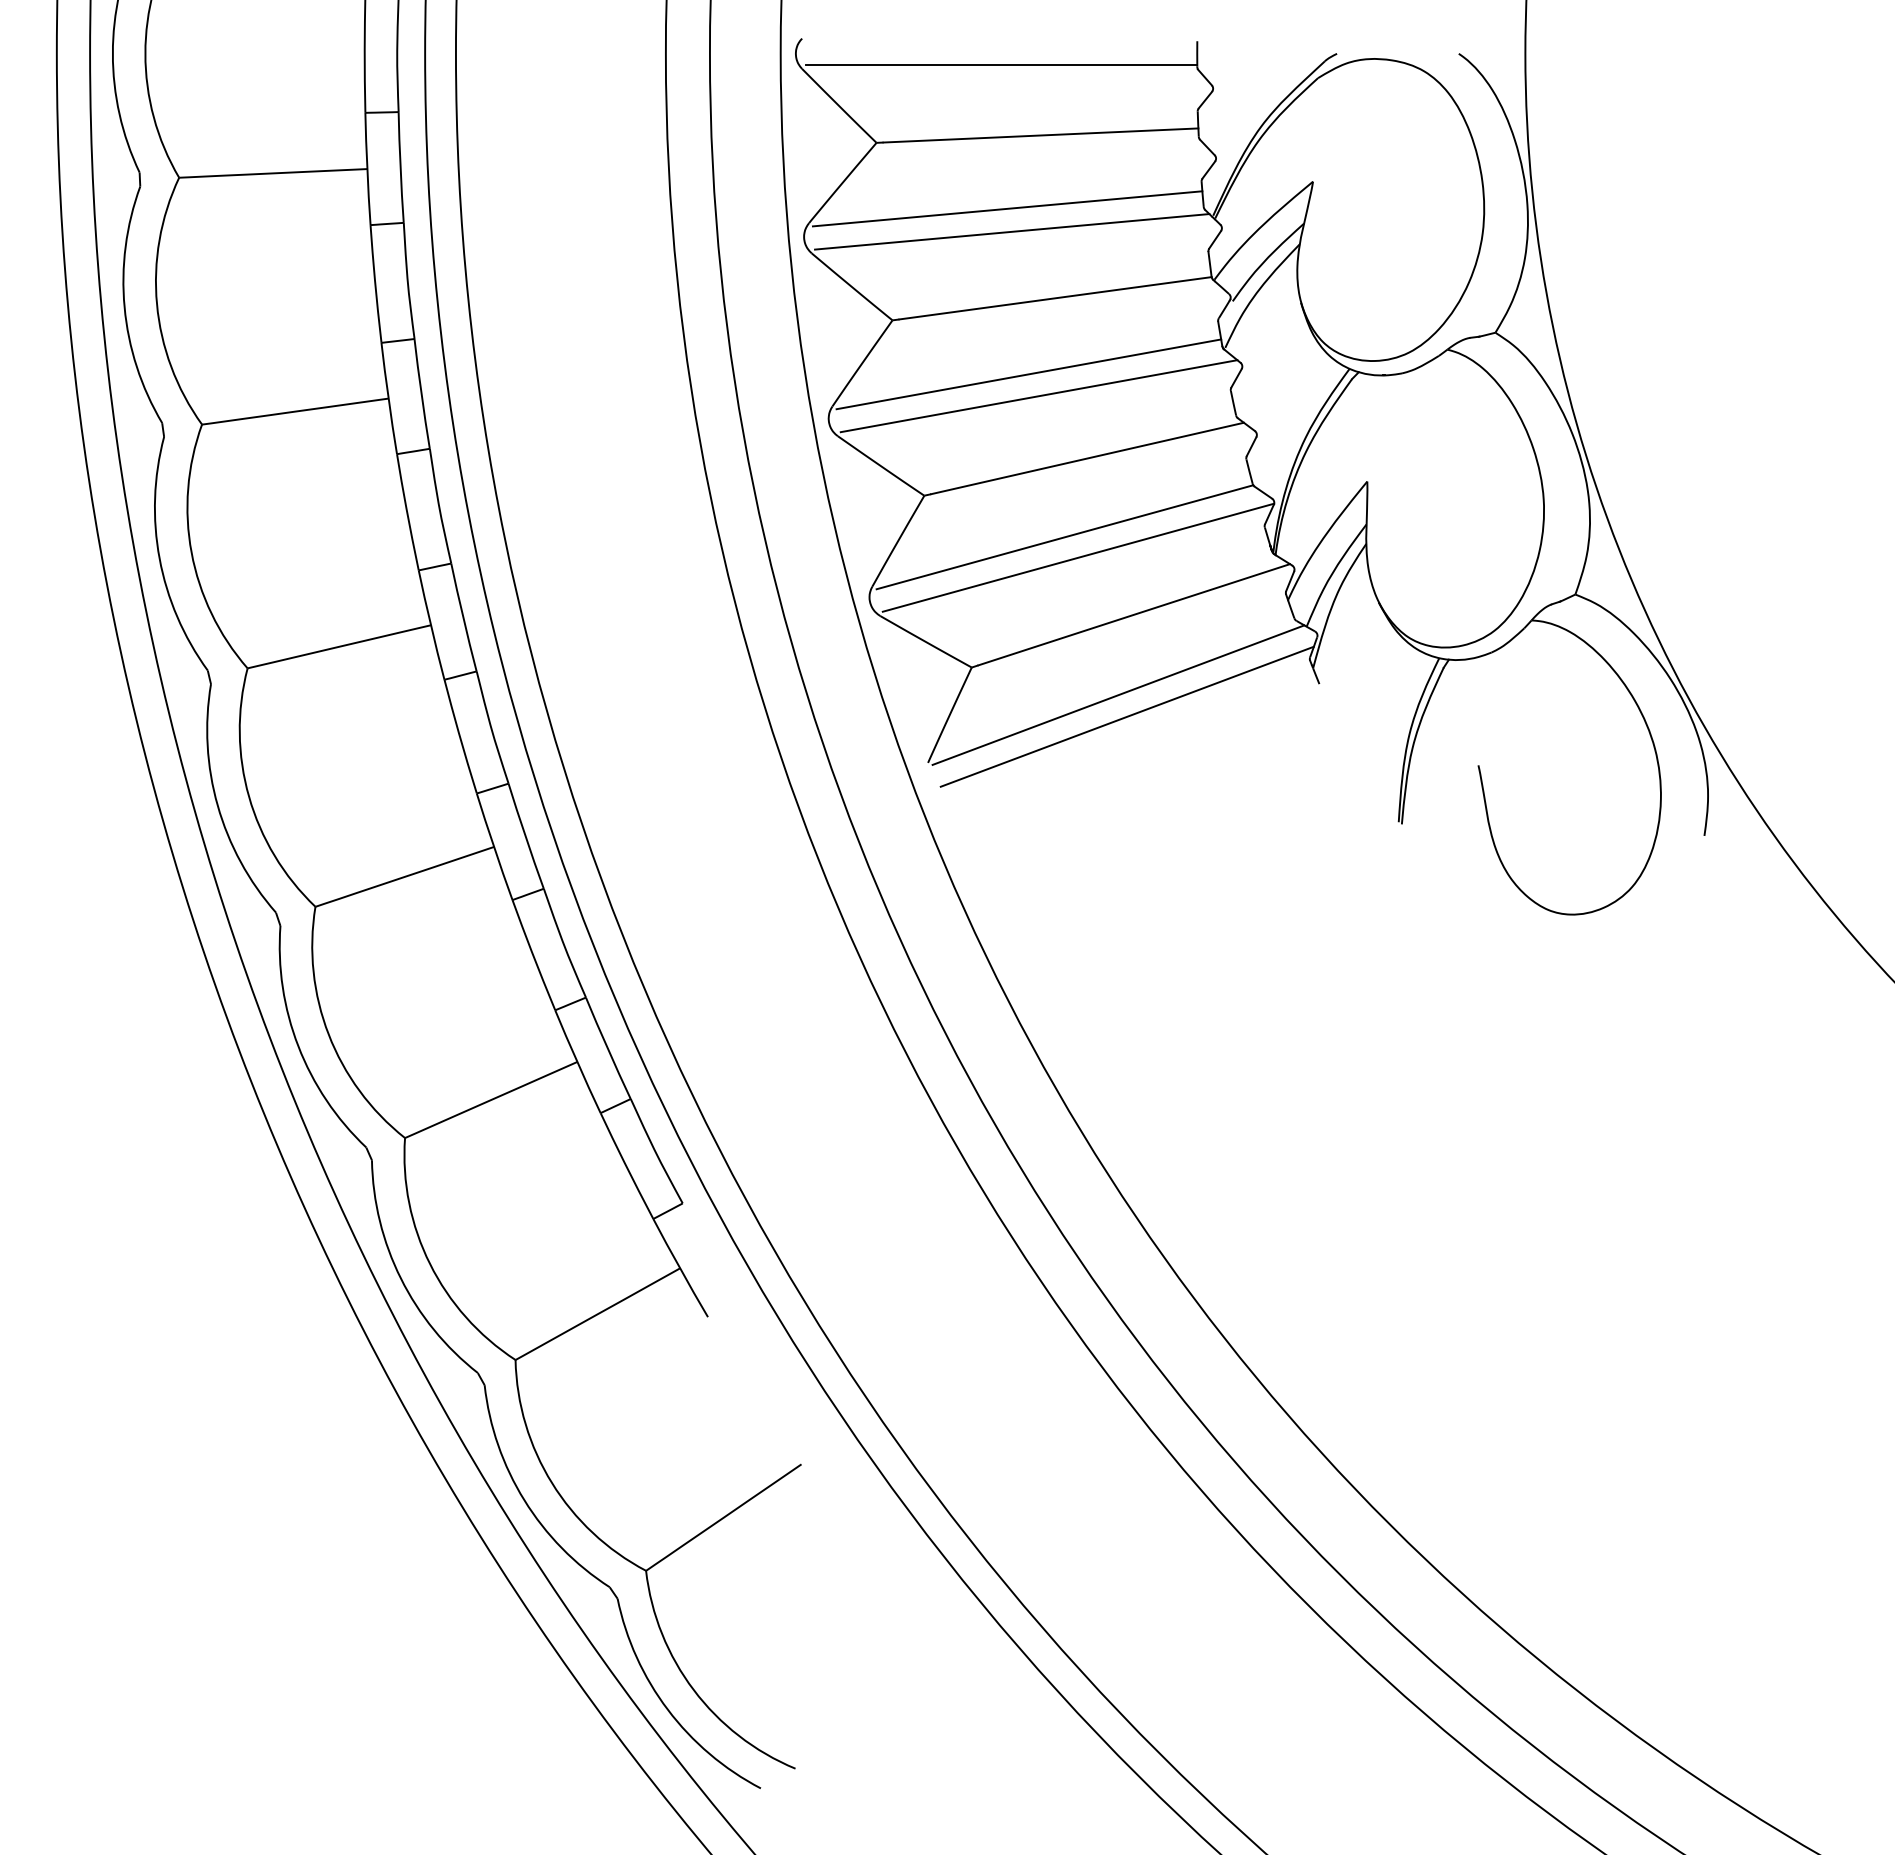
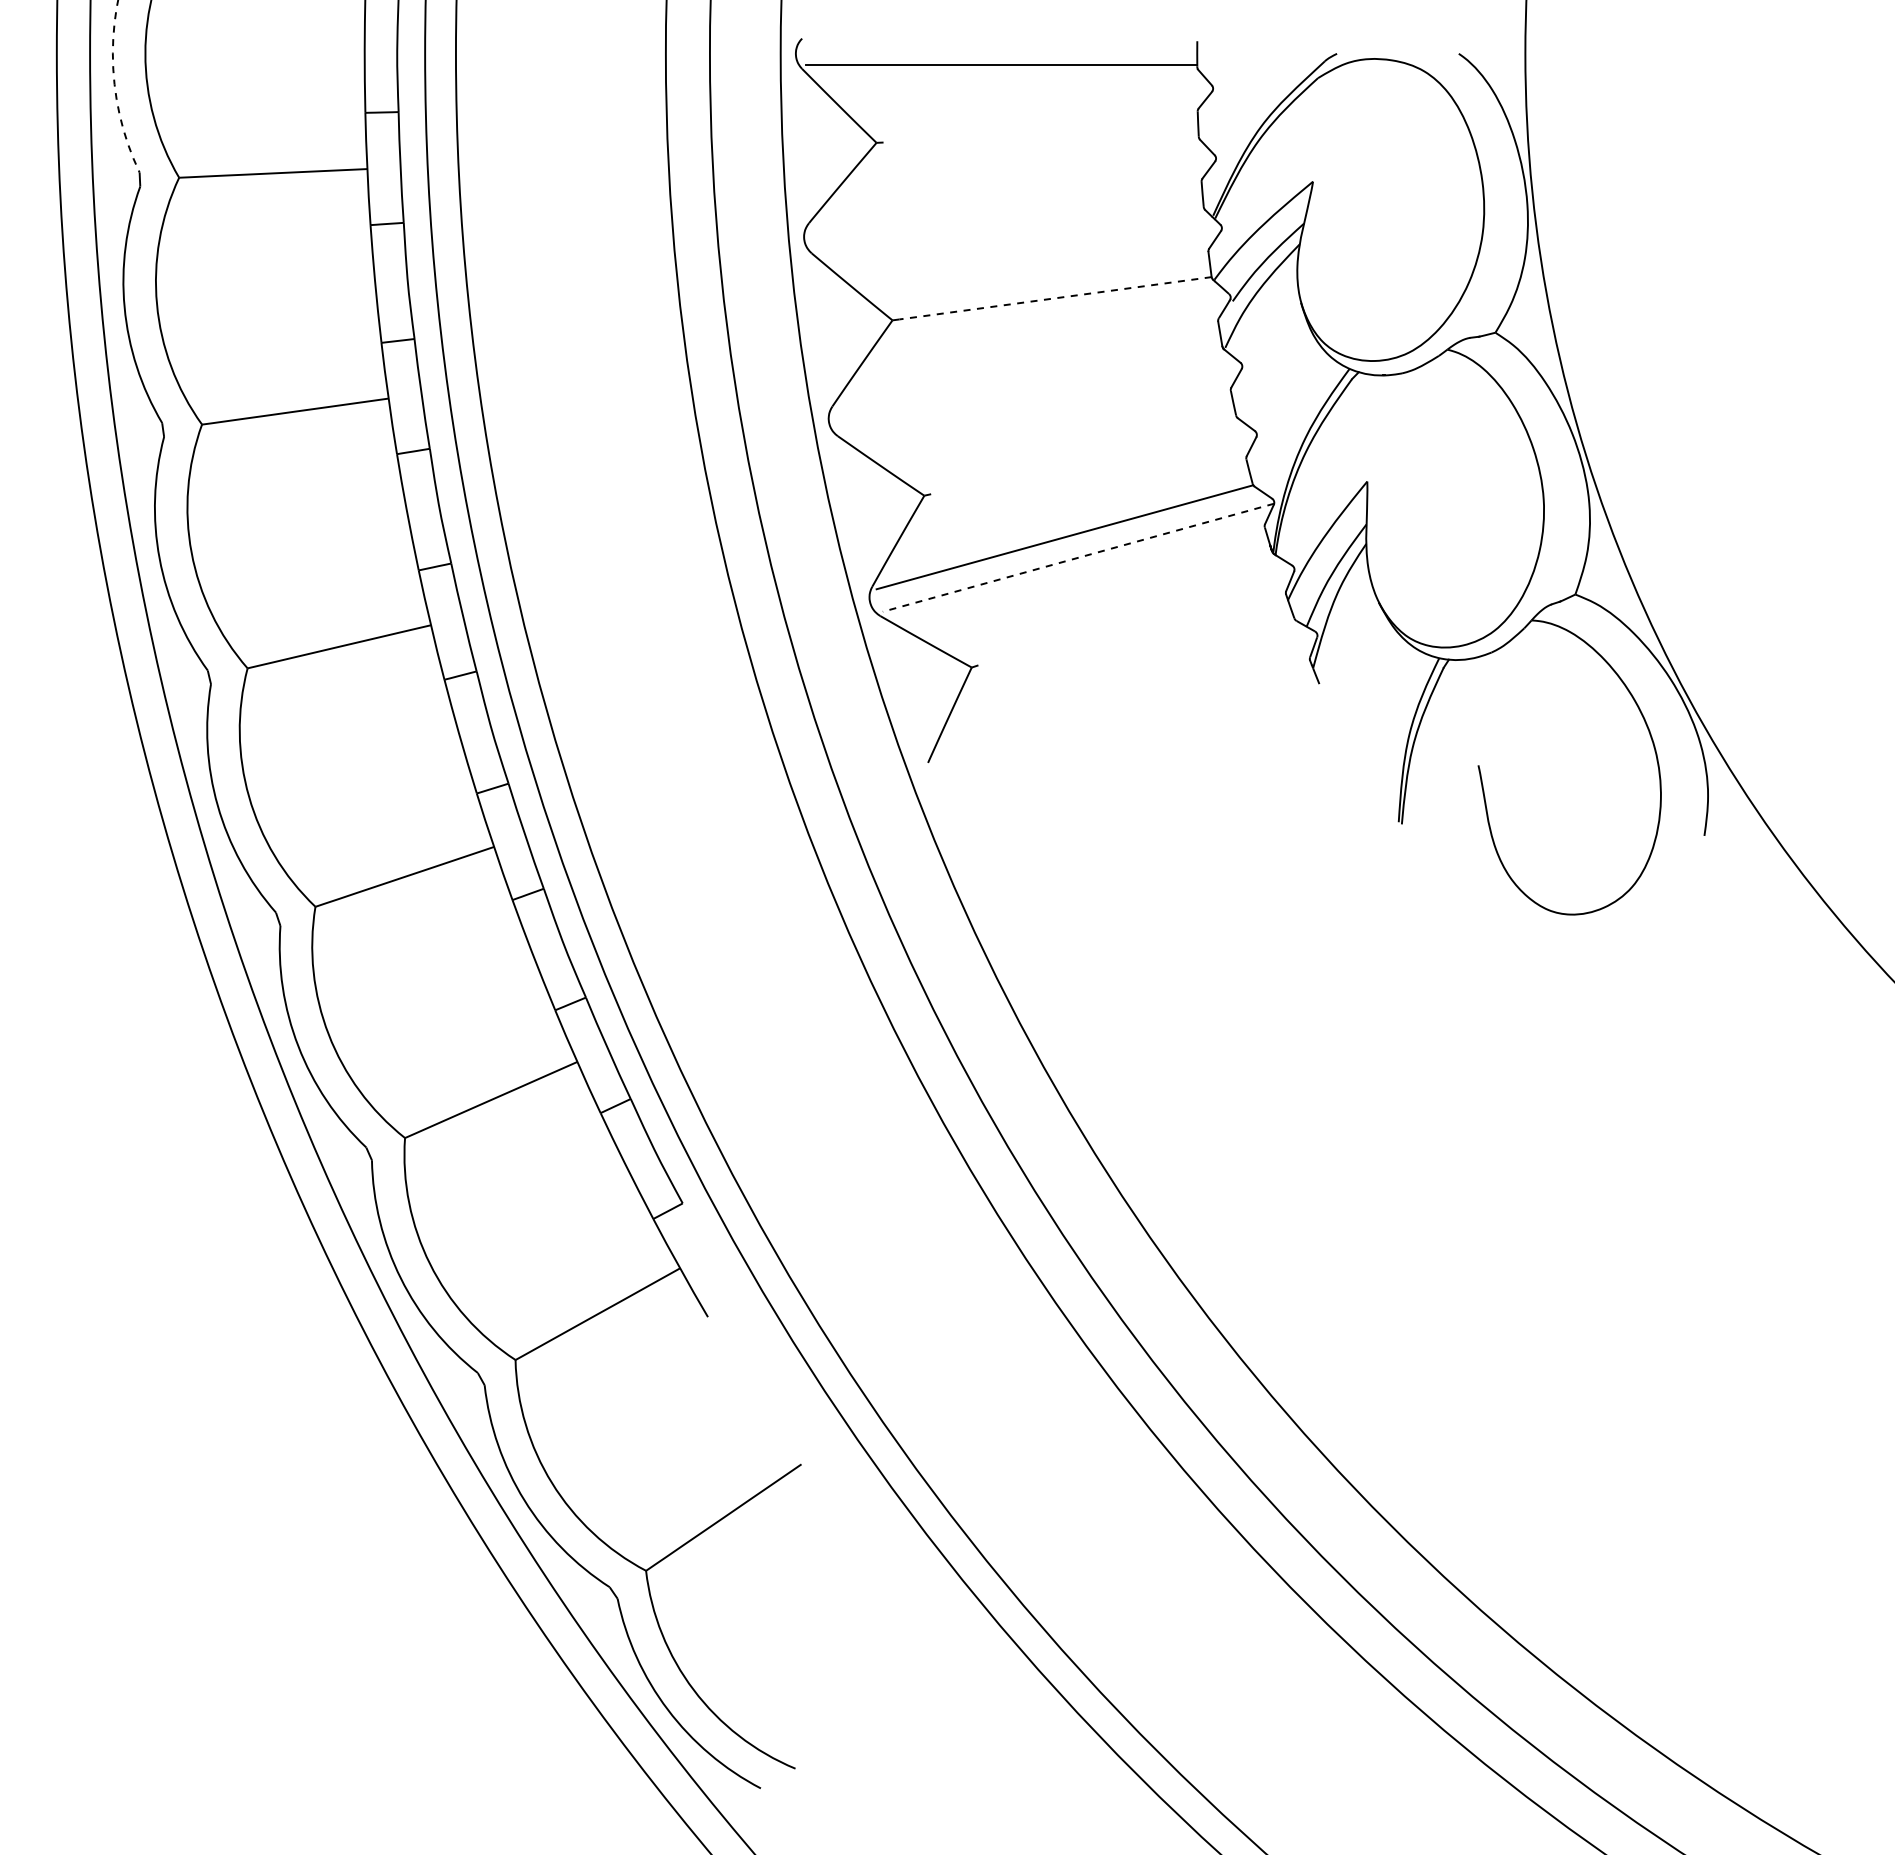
arc at (115, 87): solid -> dashed
line at (1040, 135): present -> none
line at (1007, 208): present -> none
line at (1012, 231): present -> none
line at (1055, 298): solid -> dashed
line at (1028, 374): present -> none
line at (1038, 396): present -> none
line at (1087, 458): present -> none
line at (1078, 557): solid -> dashed
line at (1133, 614): present -> none
line at (1118, 694): present -> none
line at (1126, 716): present -> none
